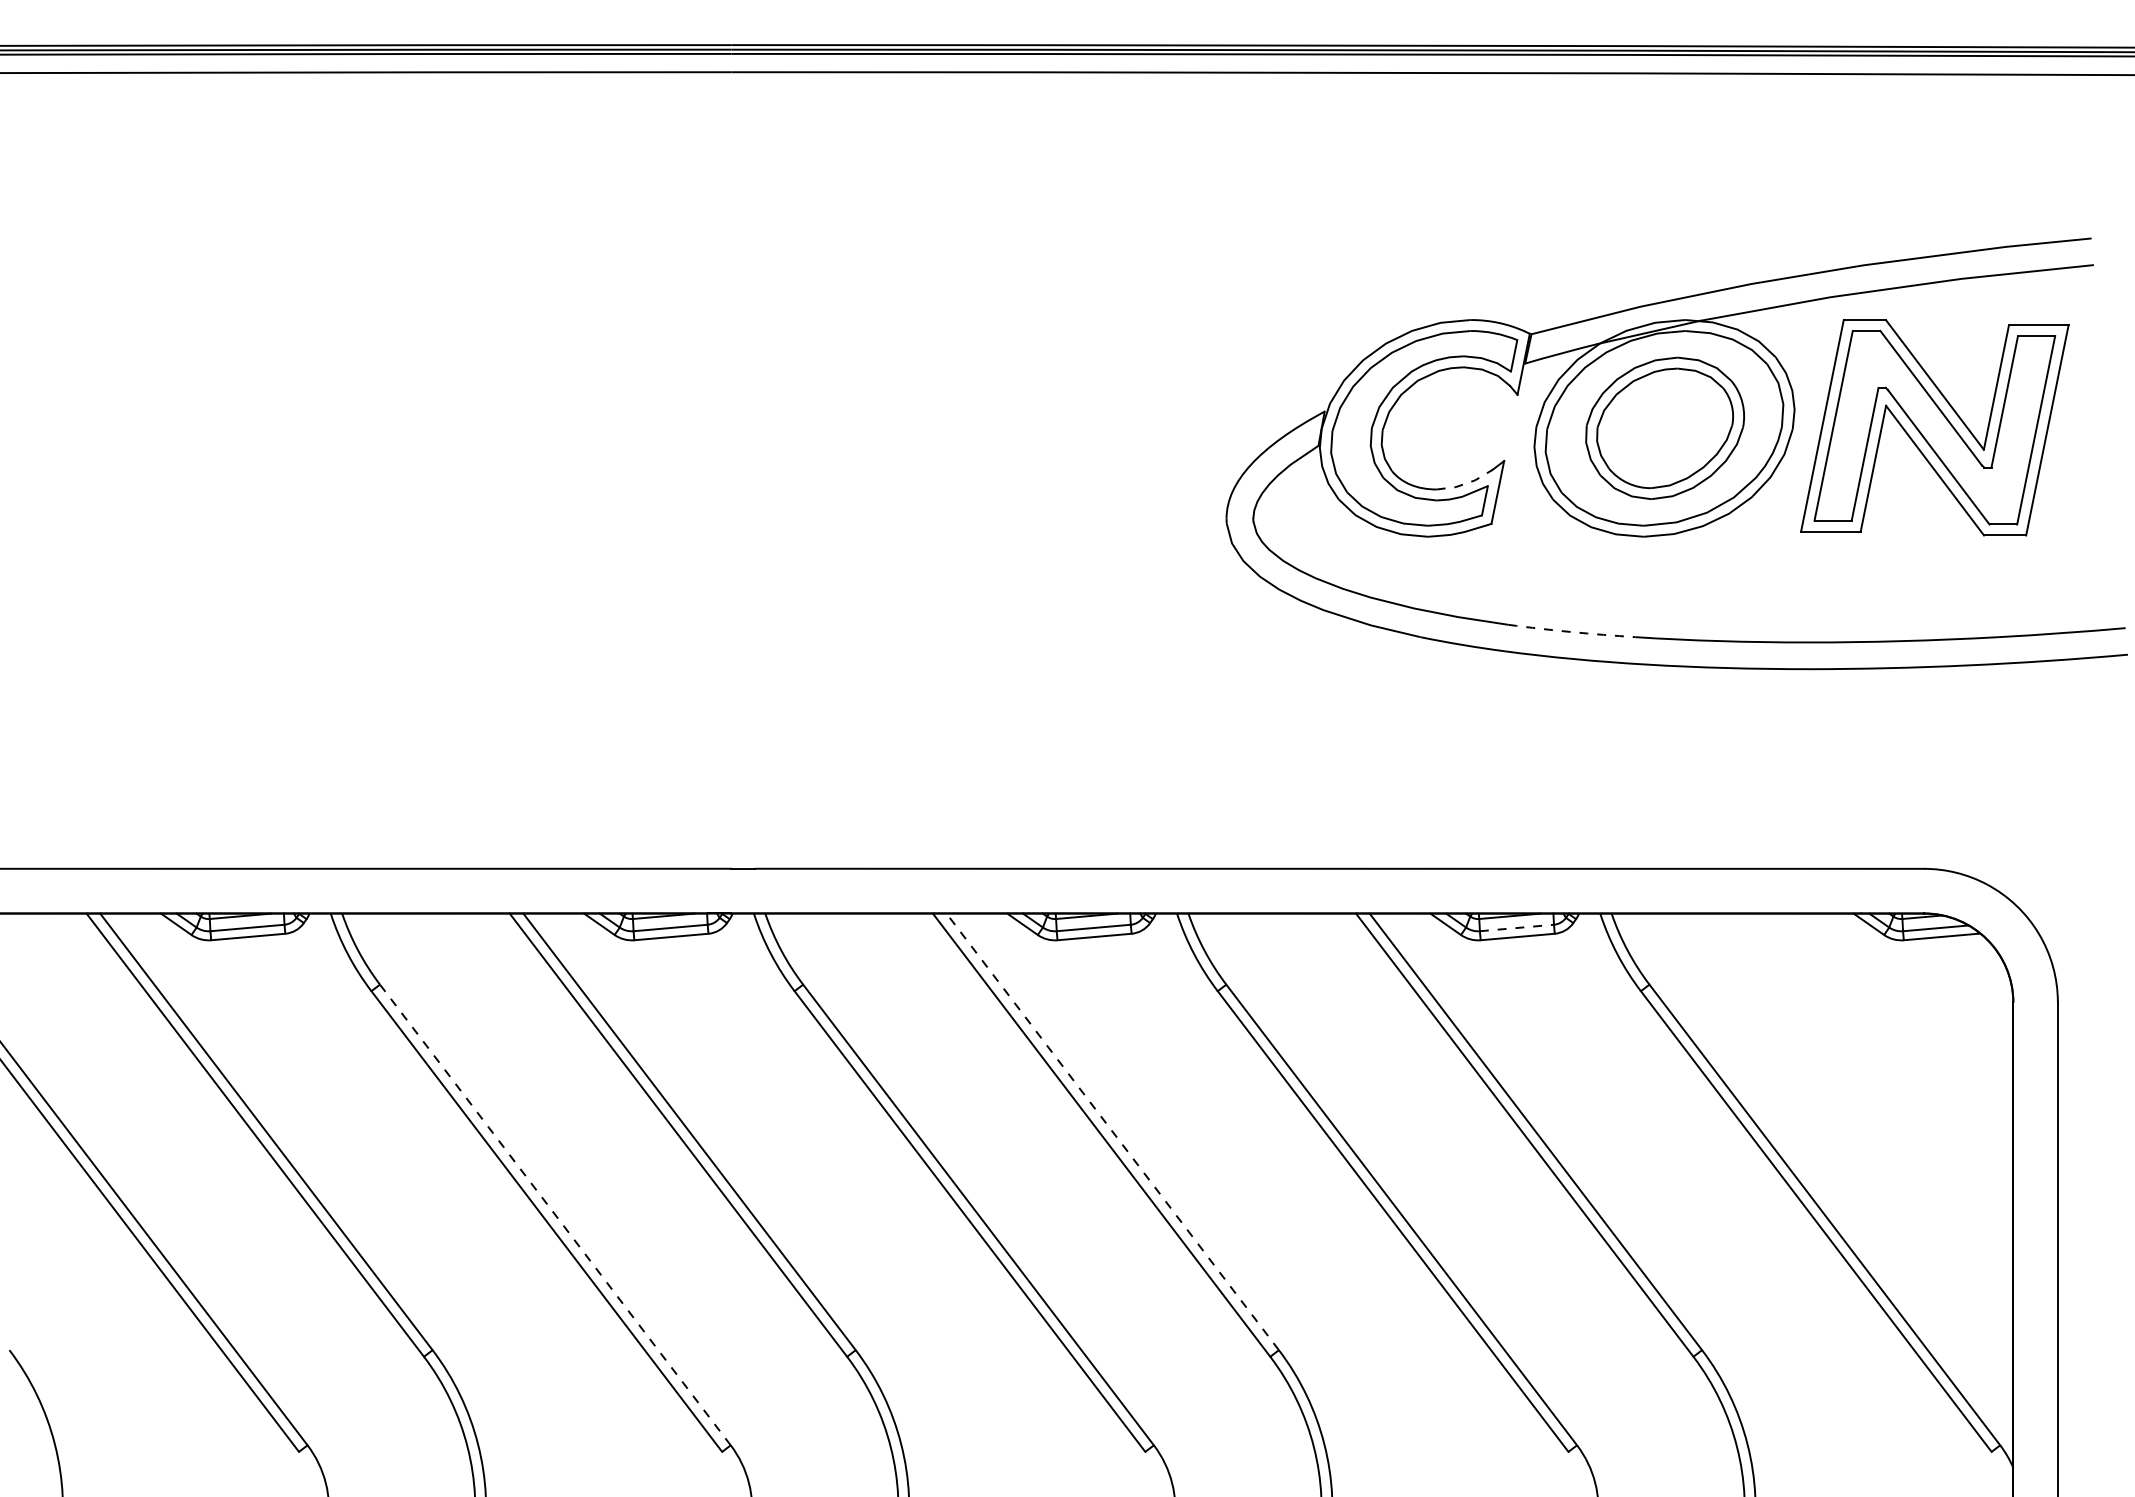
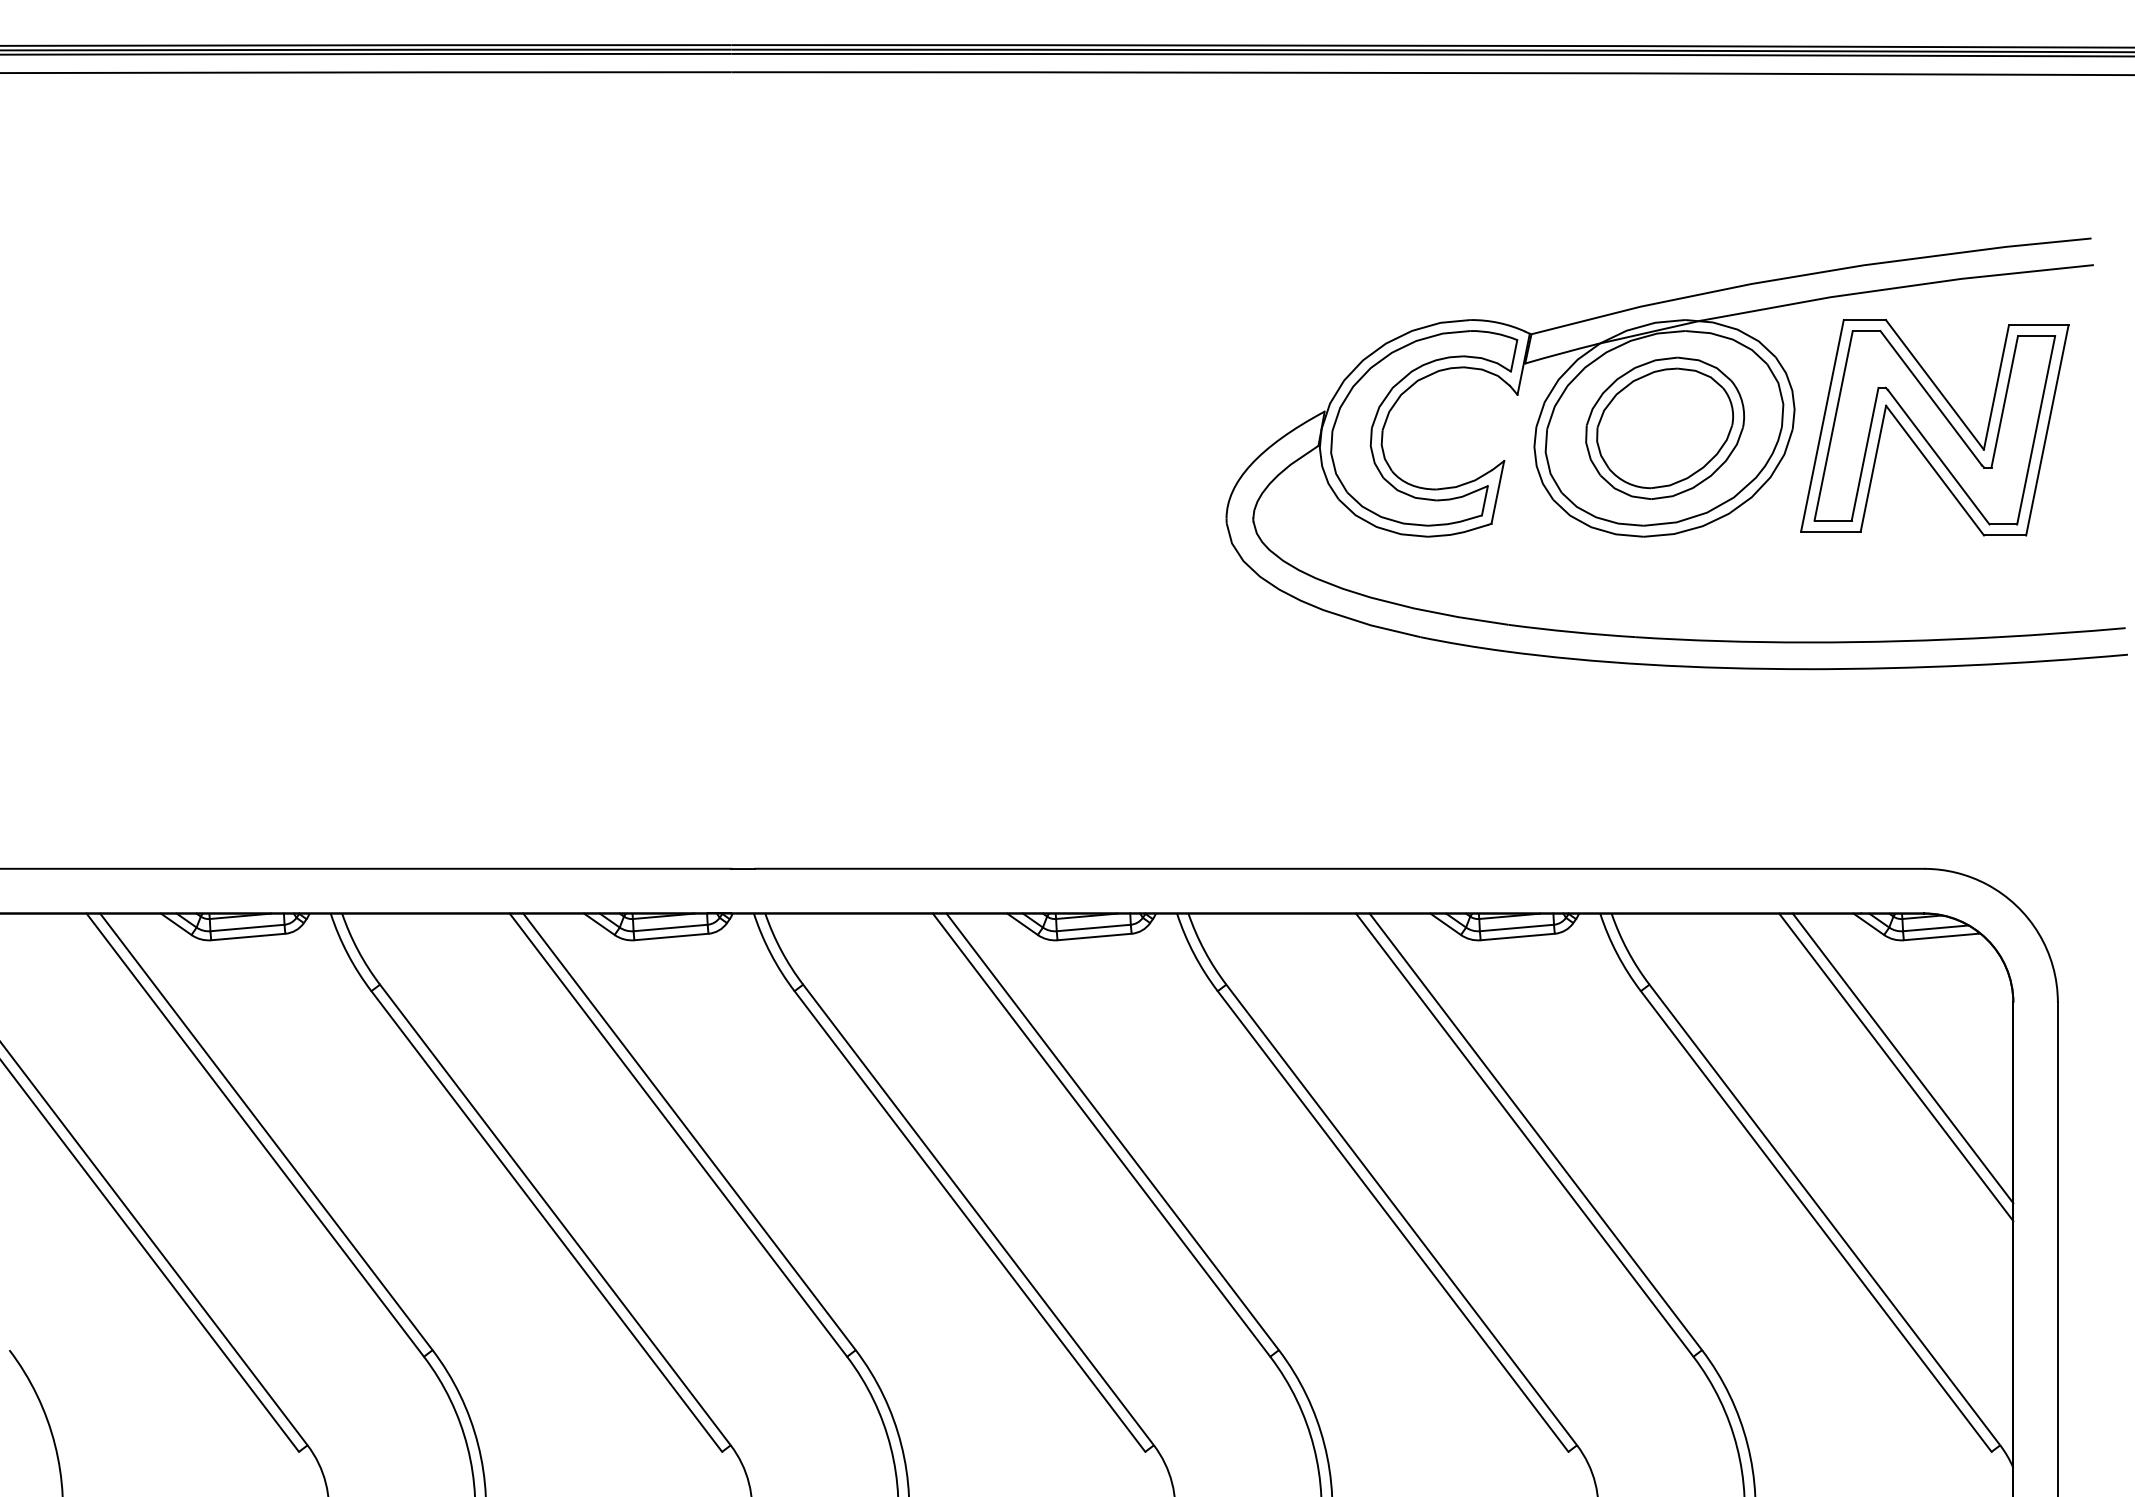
line at (1466, 483): dashed -> solid
arc at (1571, 632): dashed -> solid
line at (1517, 927): dashed -> solid
line at (1902, 1058): none -> present
line at (1896, 1067): none -> present
line at (1112, 1131): dashed -> solid
line at (555, 1215): dashed -> solid
